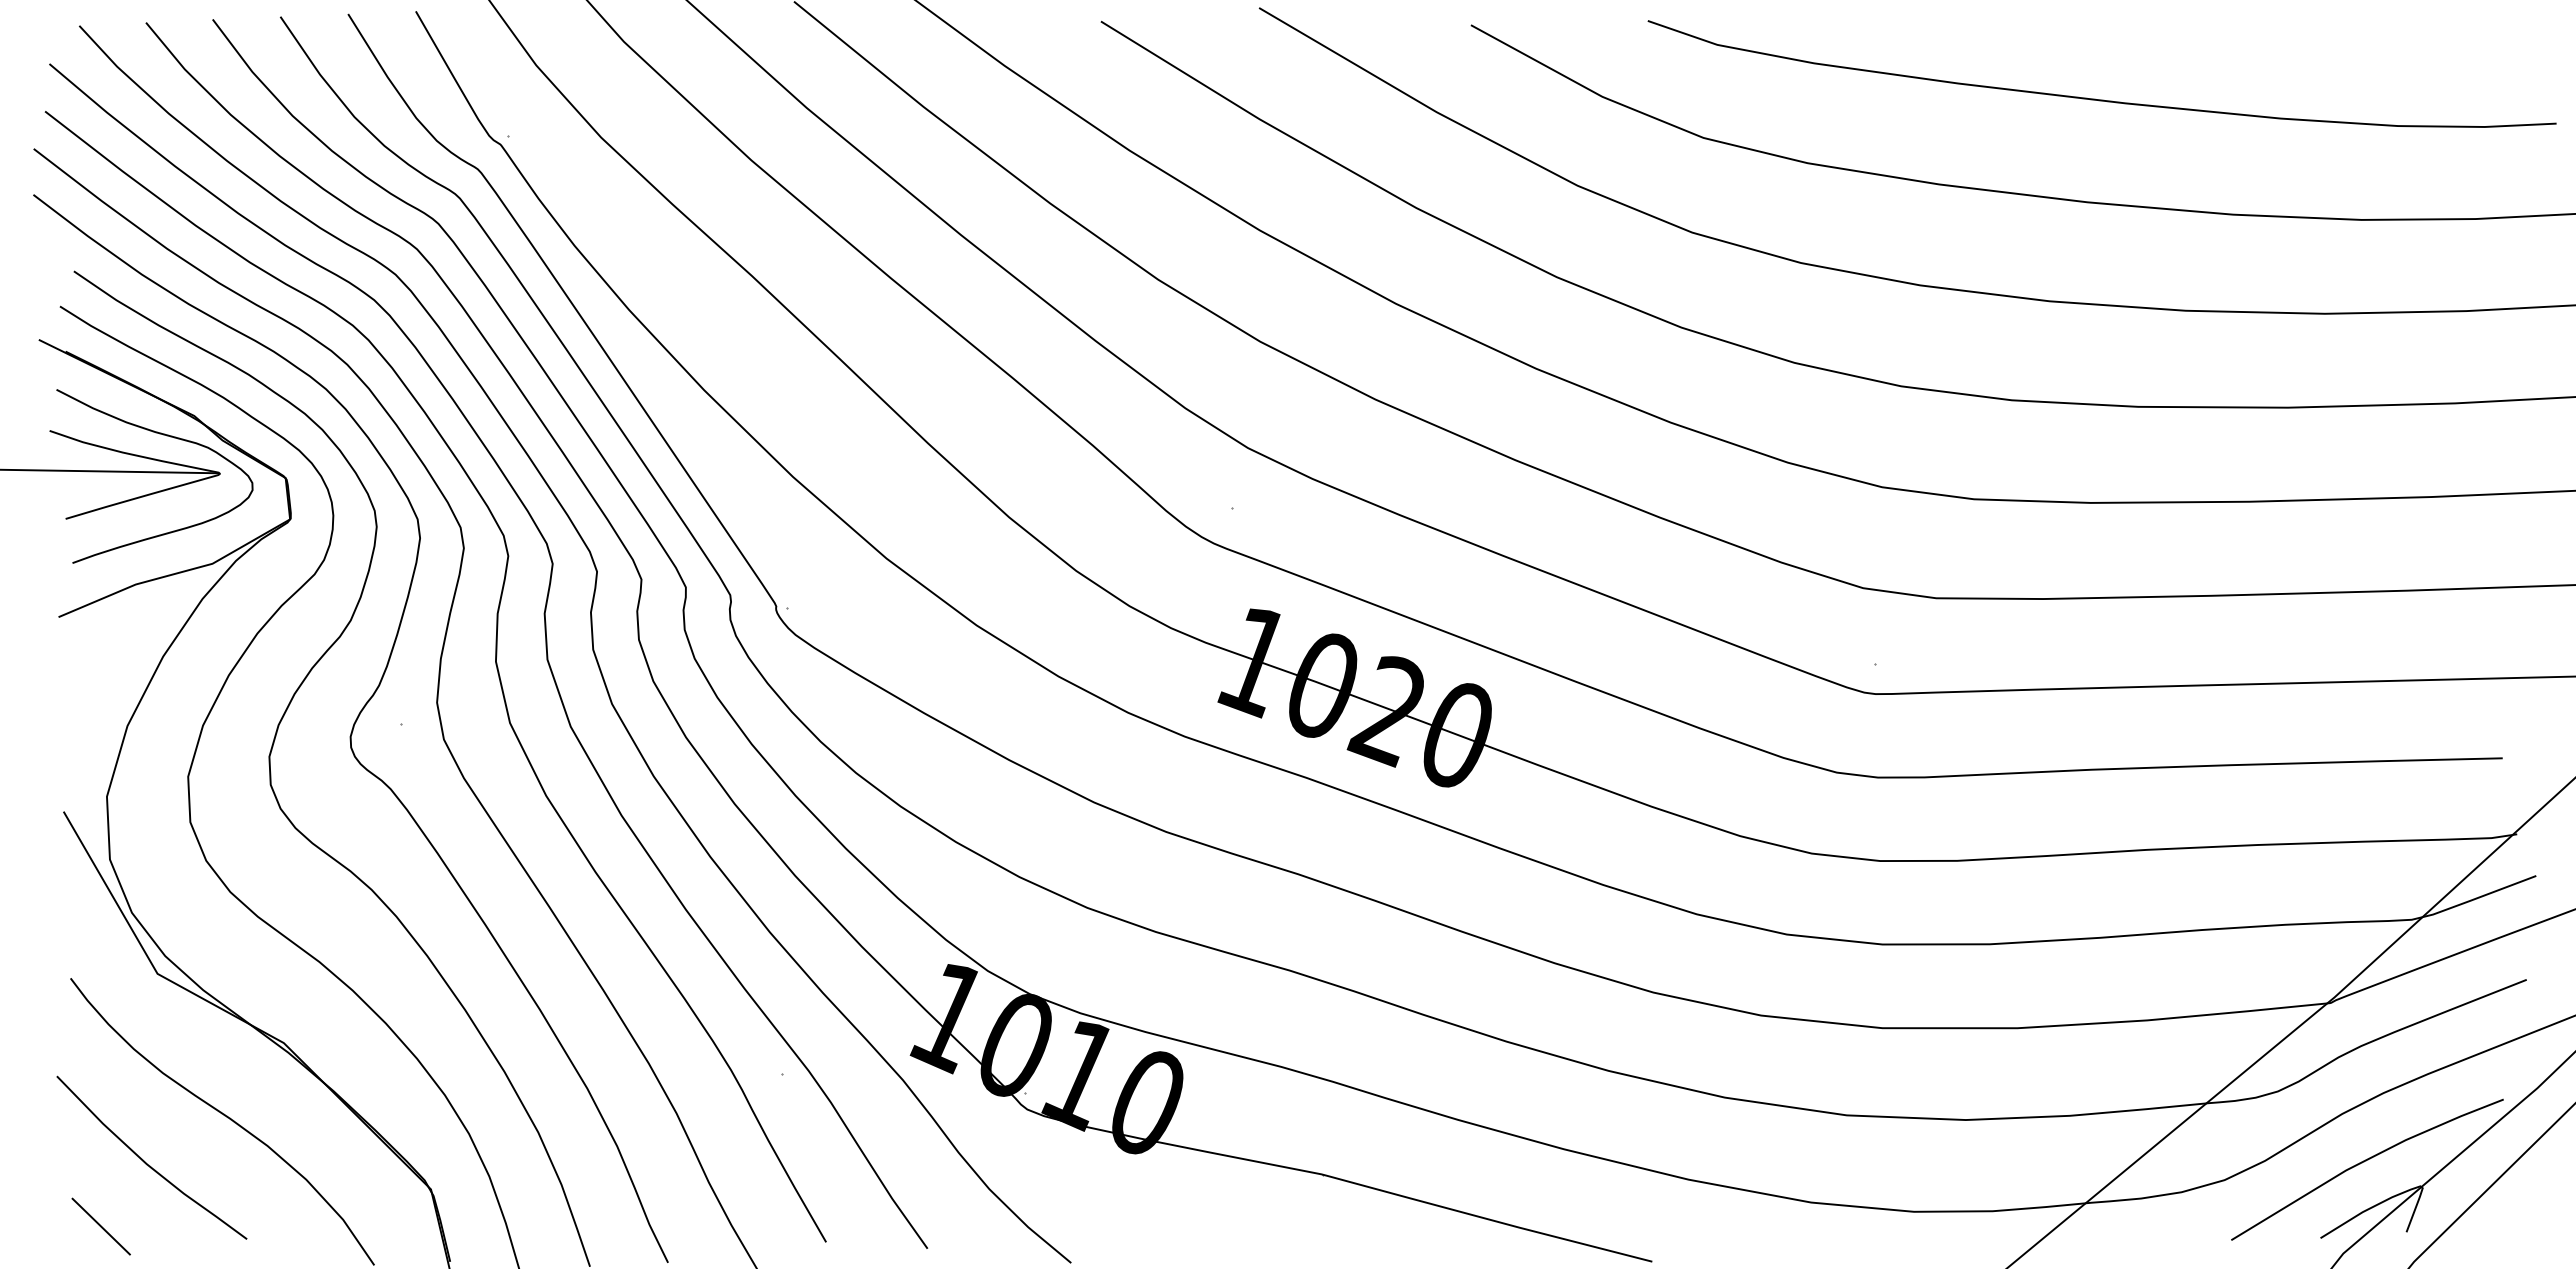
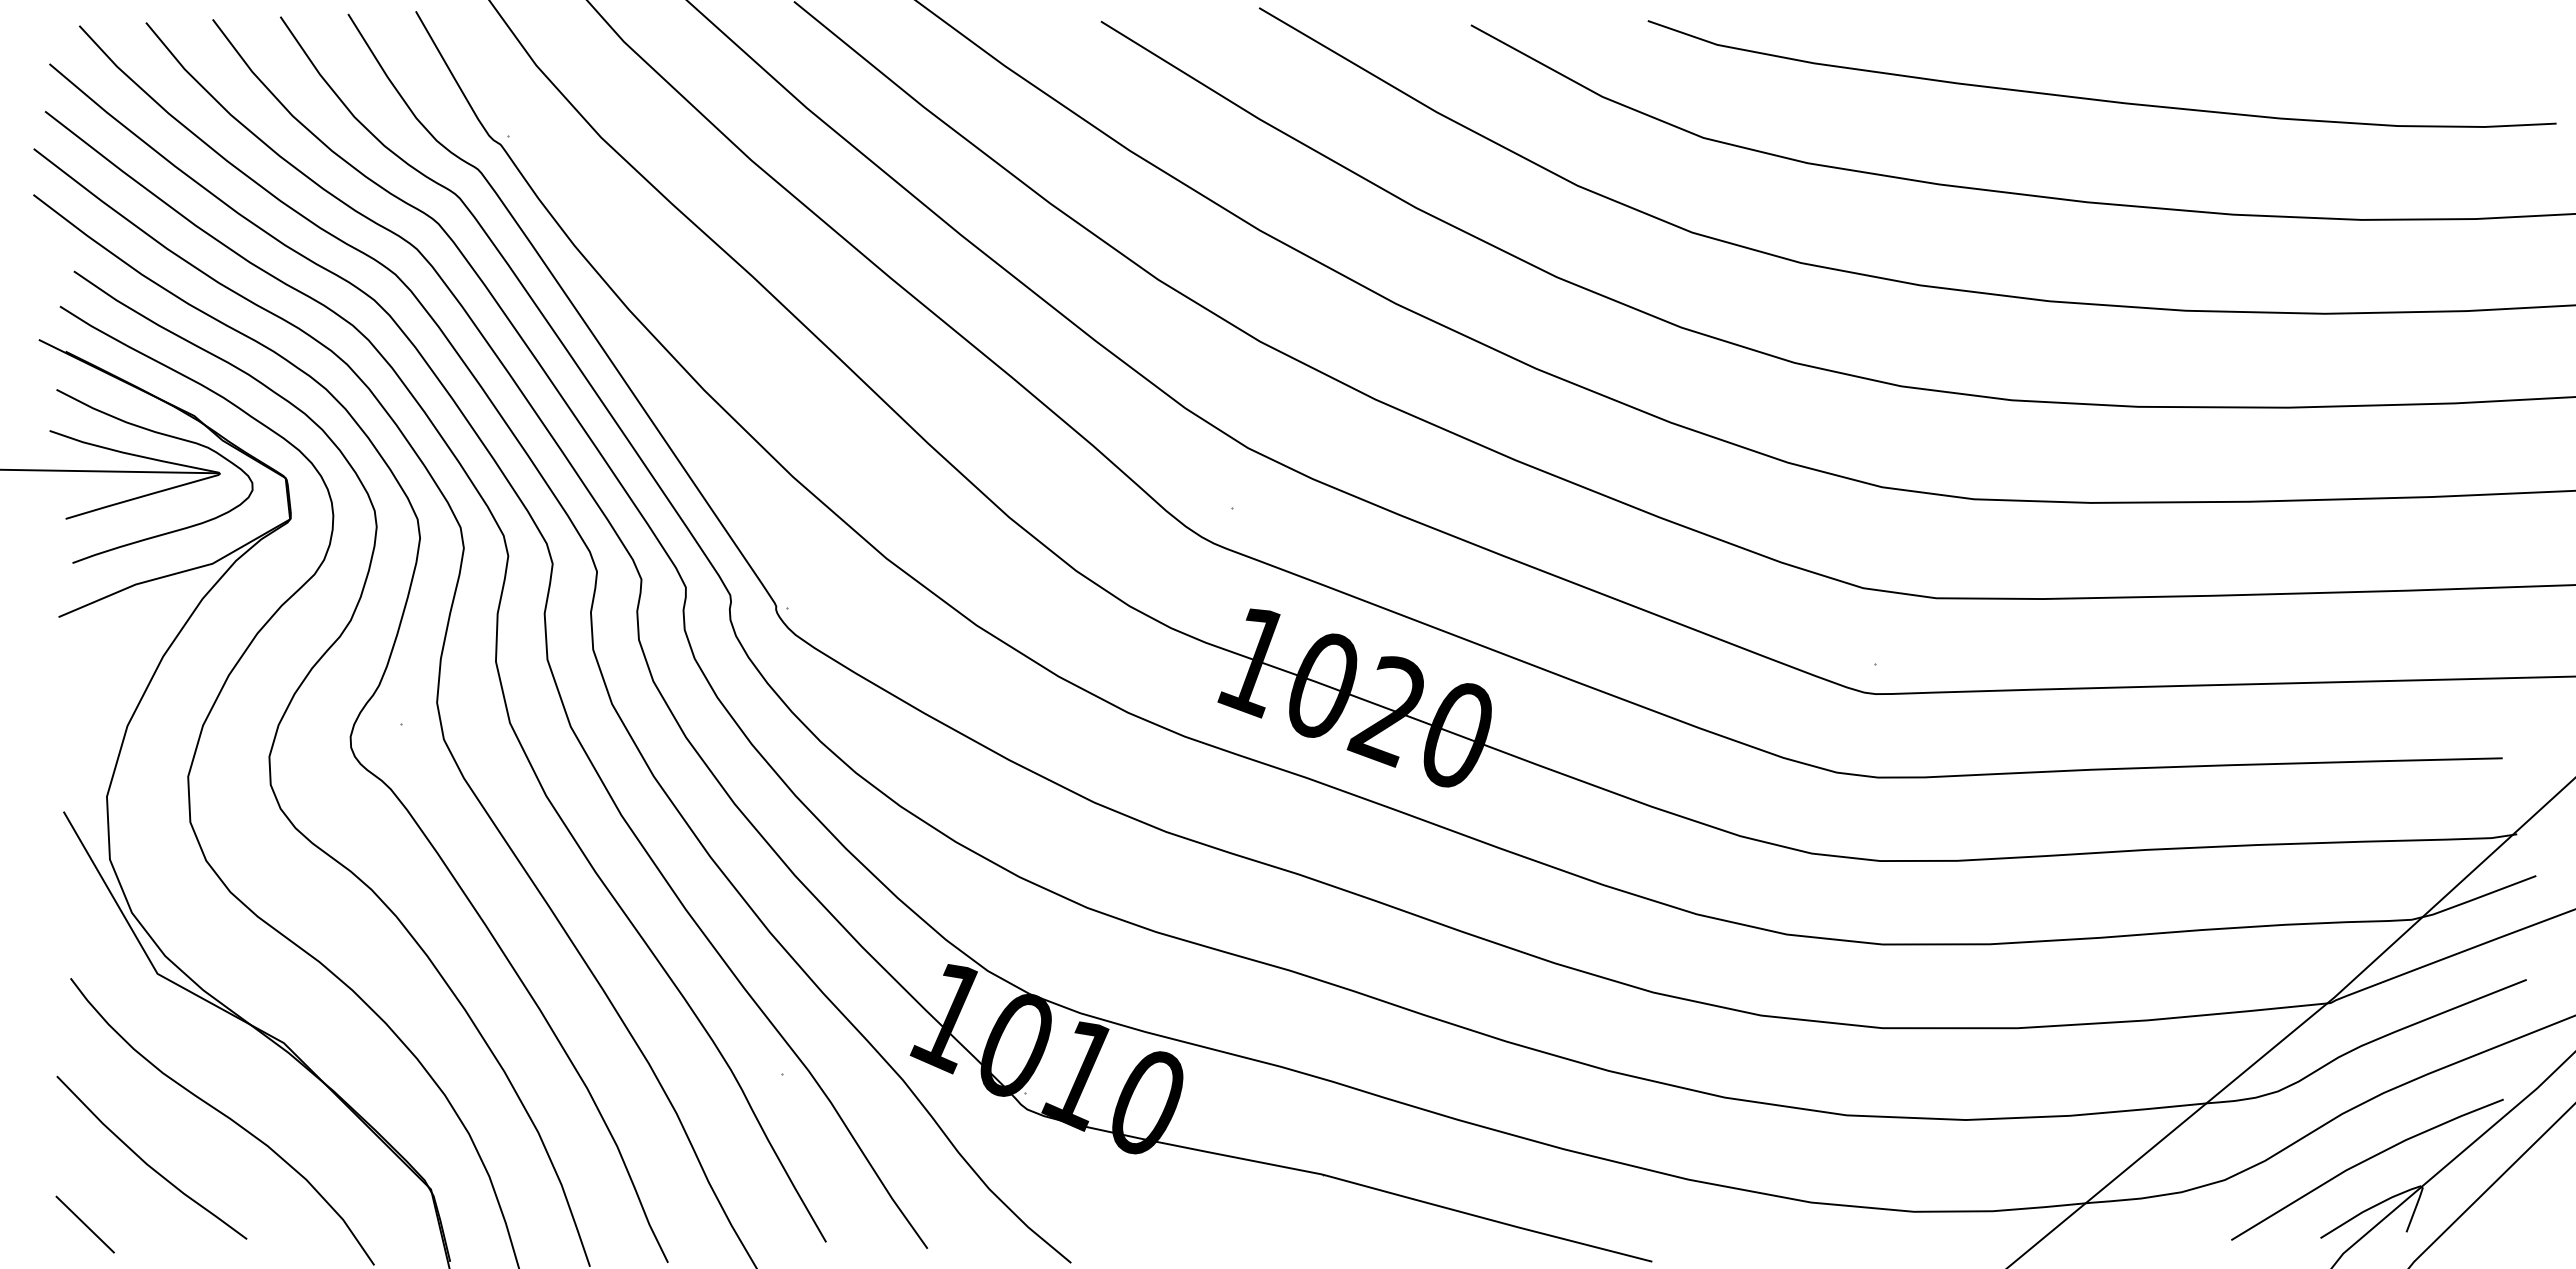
line at (100, 1226) position: (100, 1226) -> (84, 1224)
